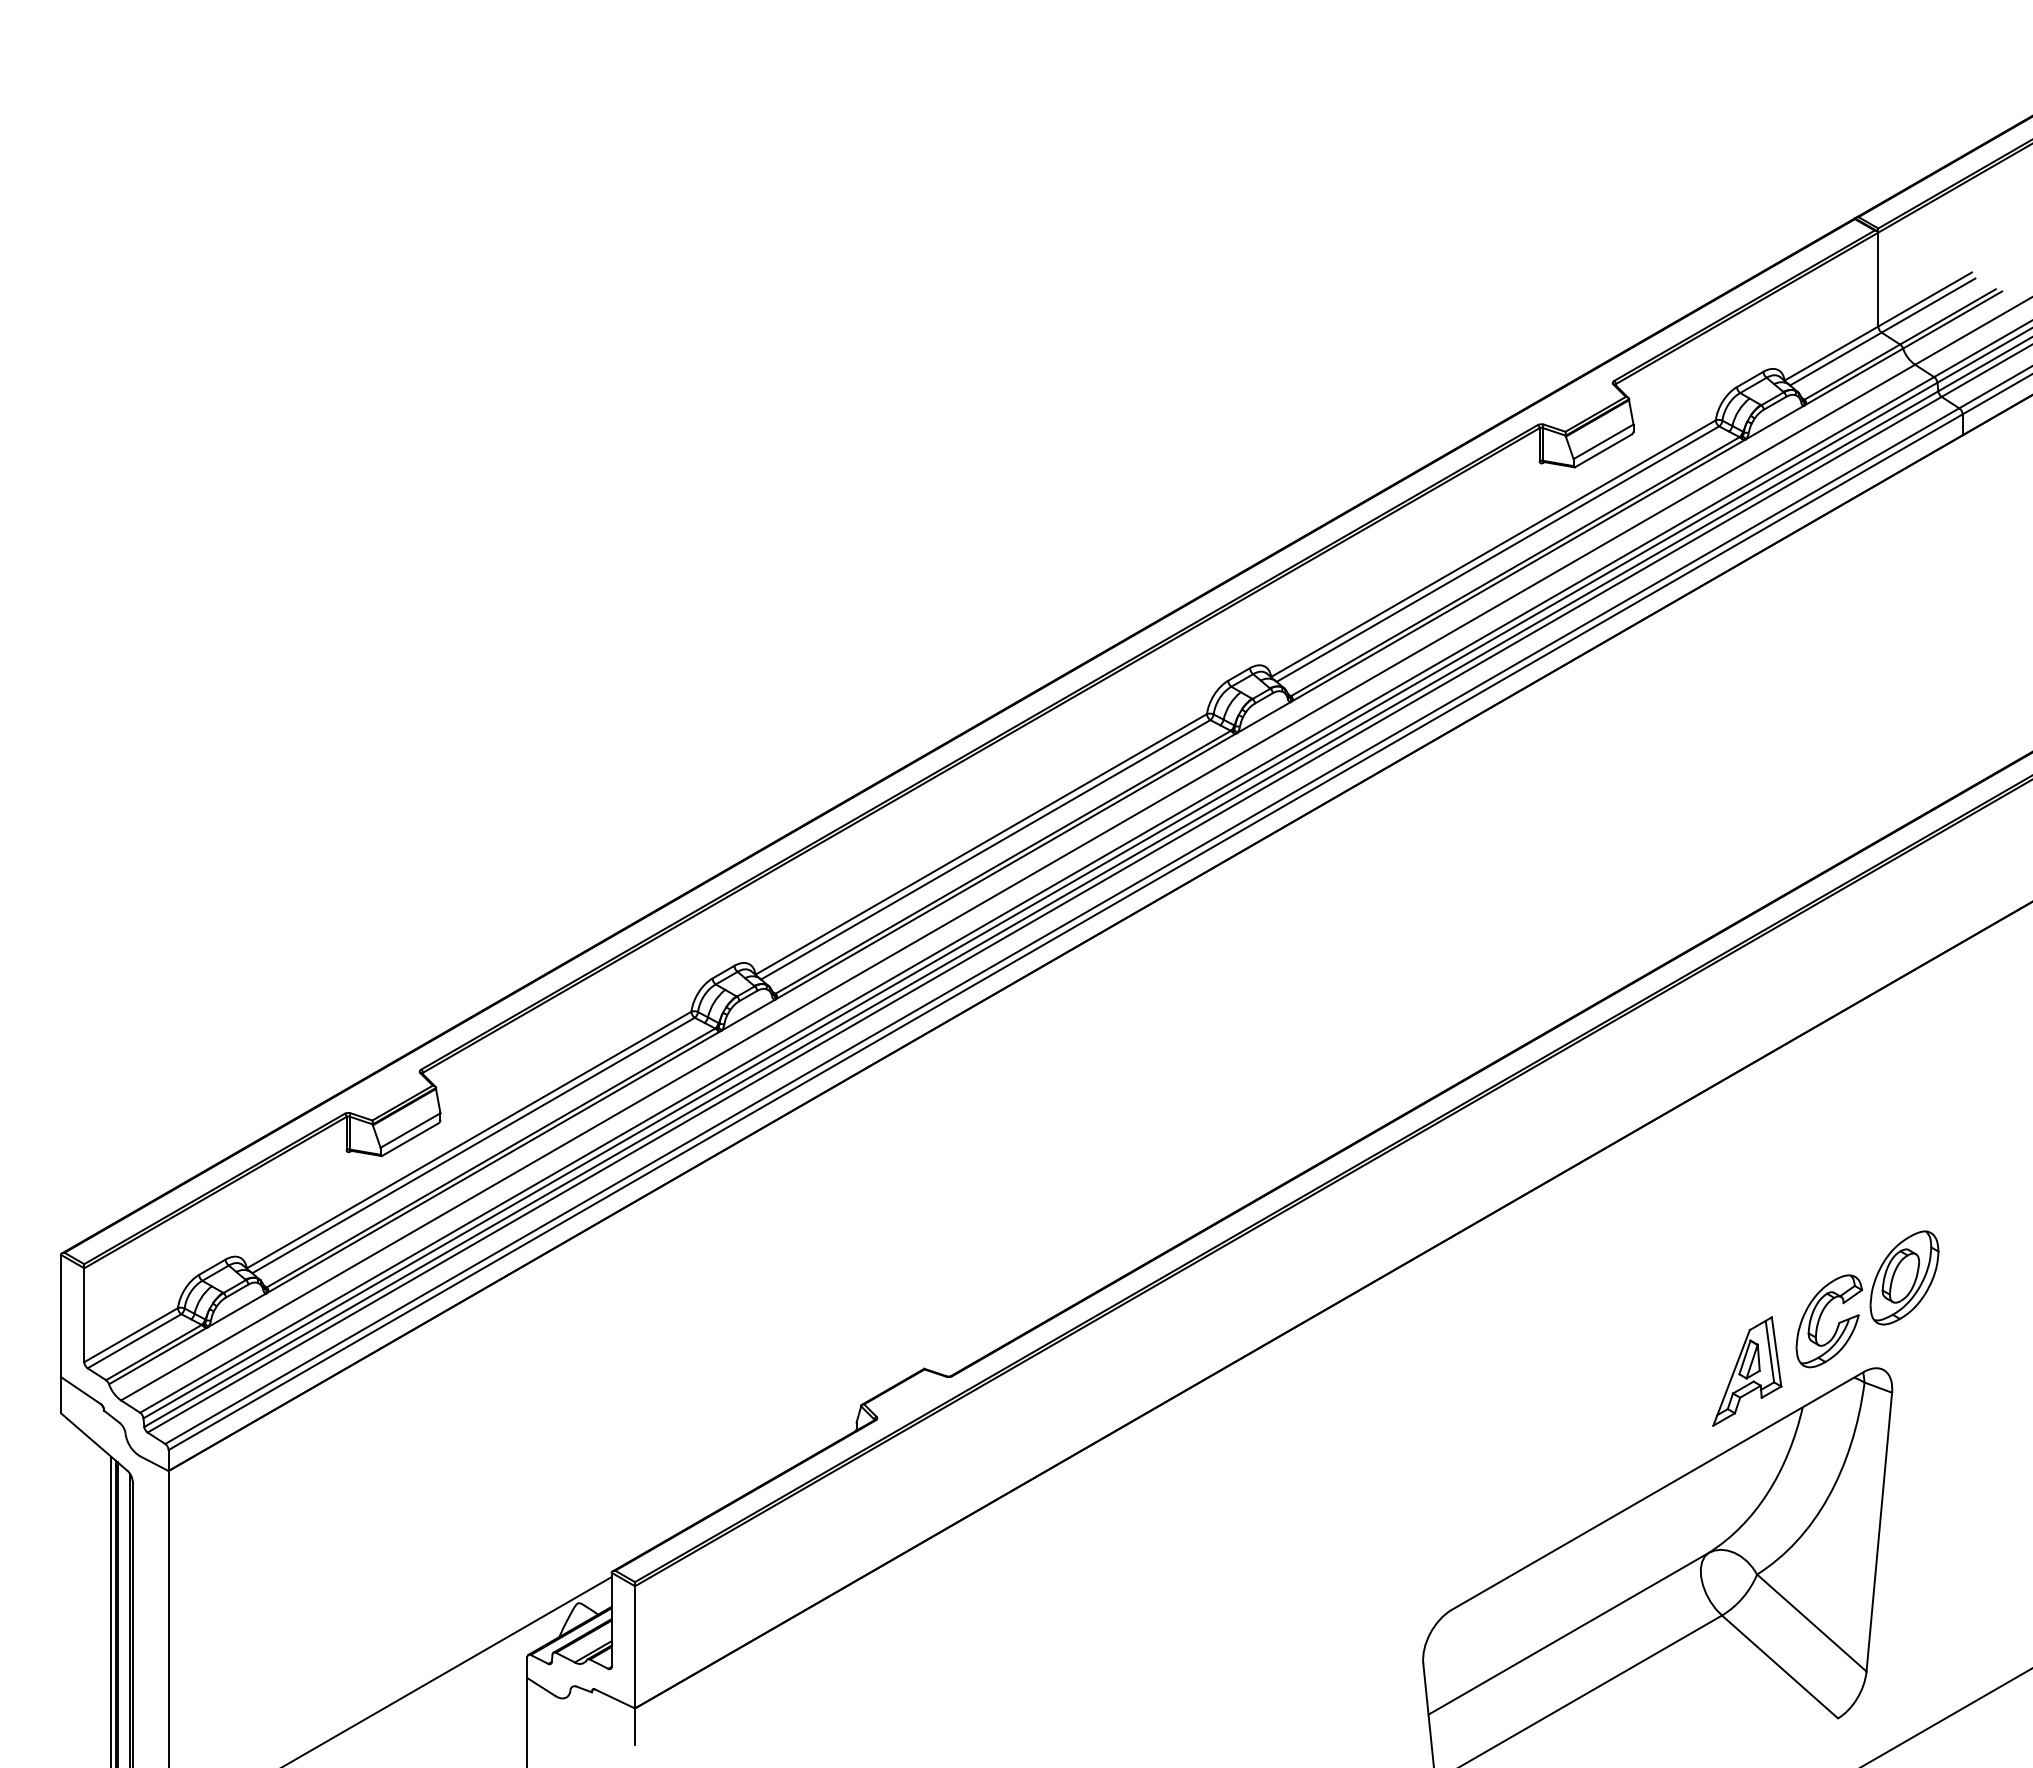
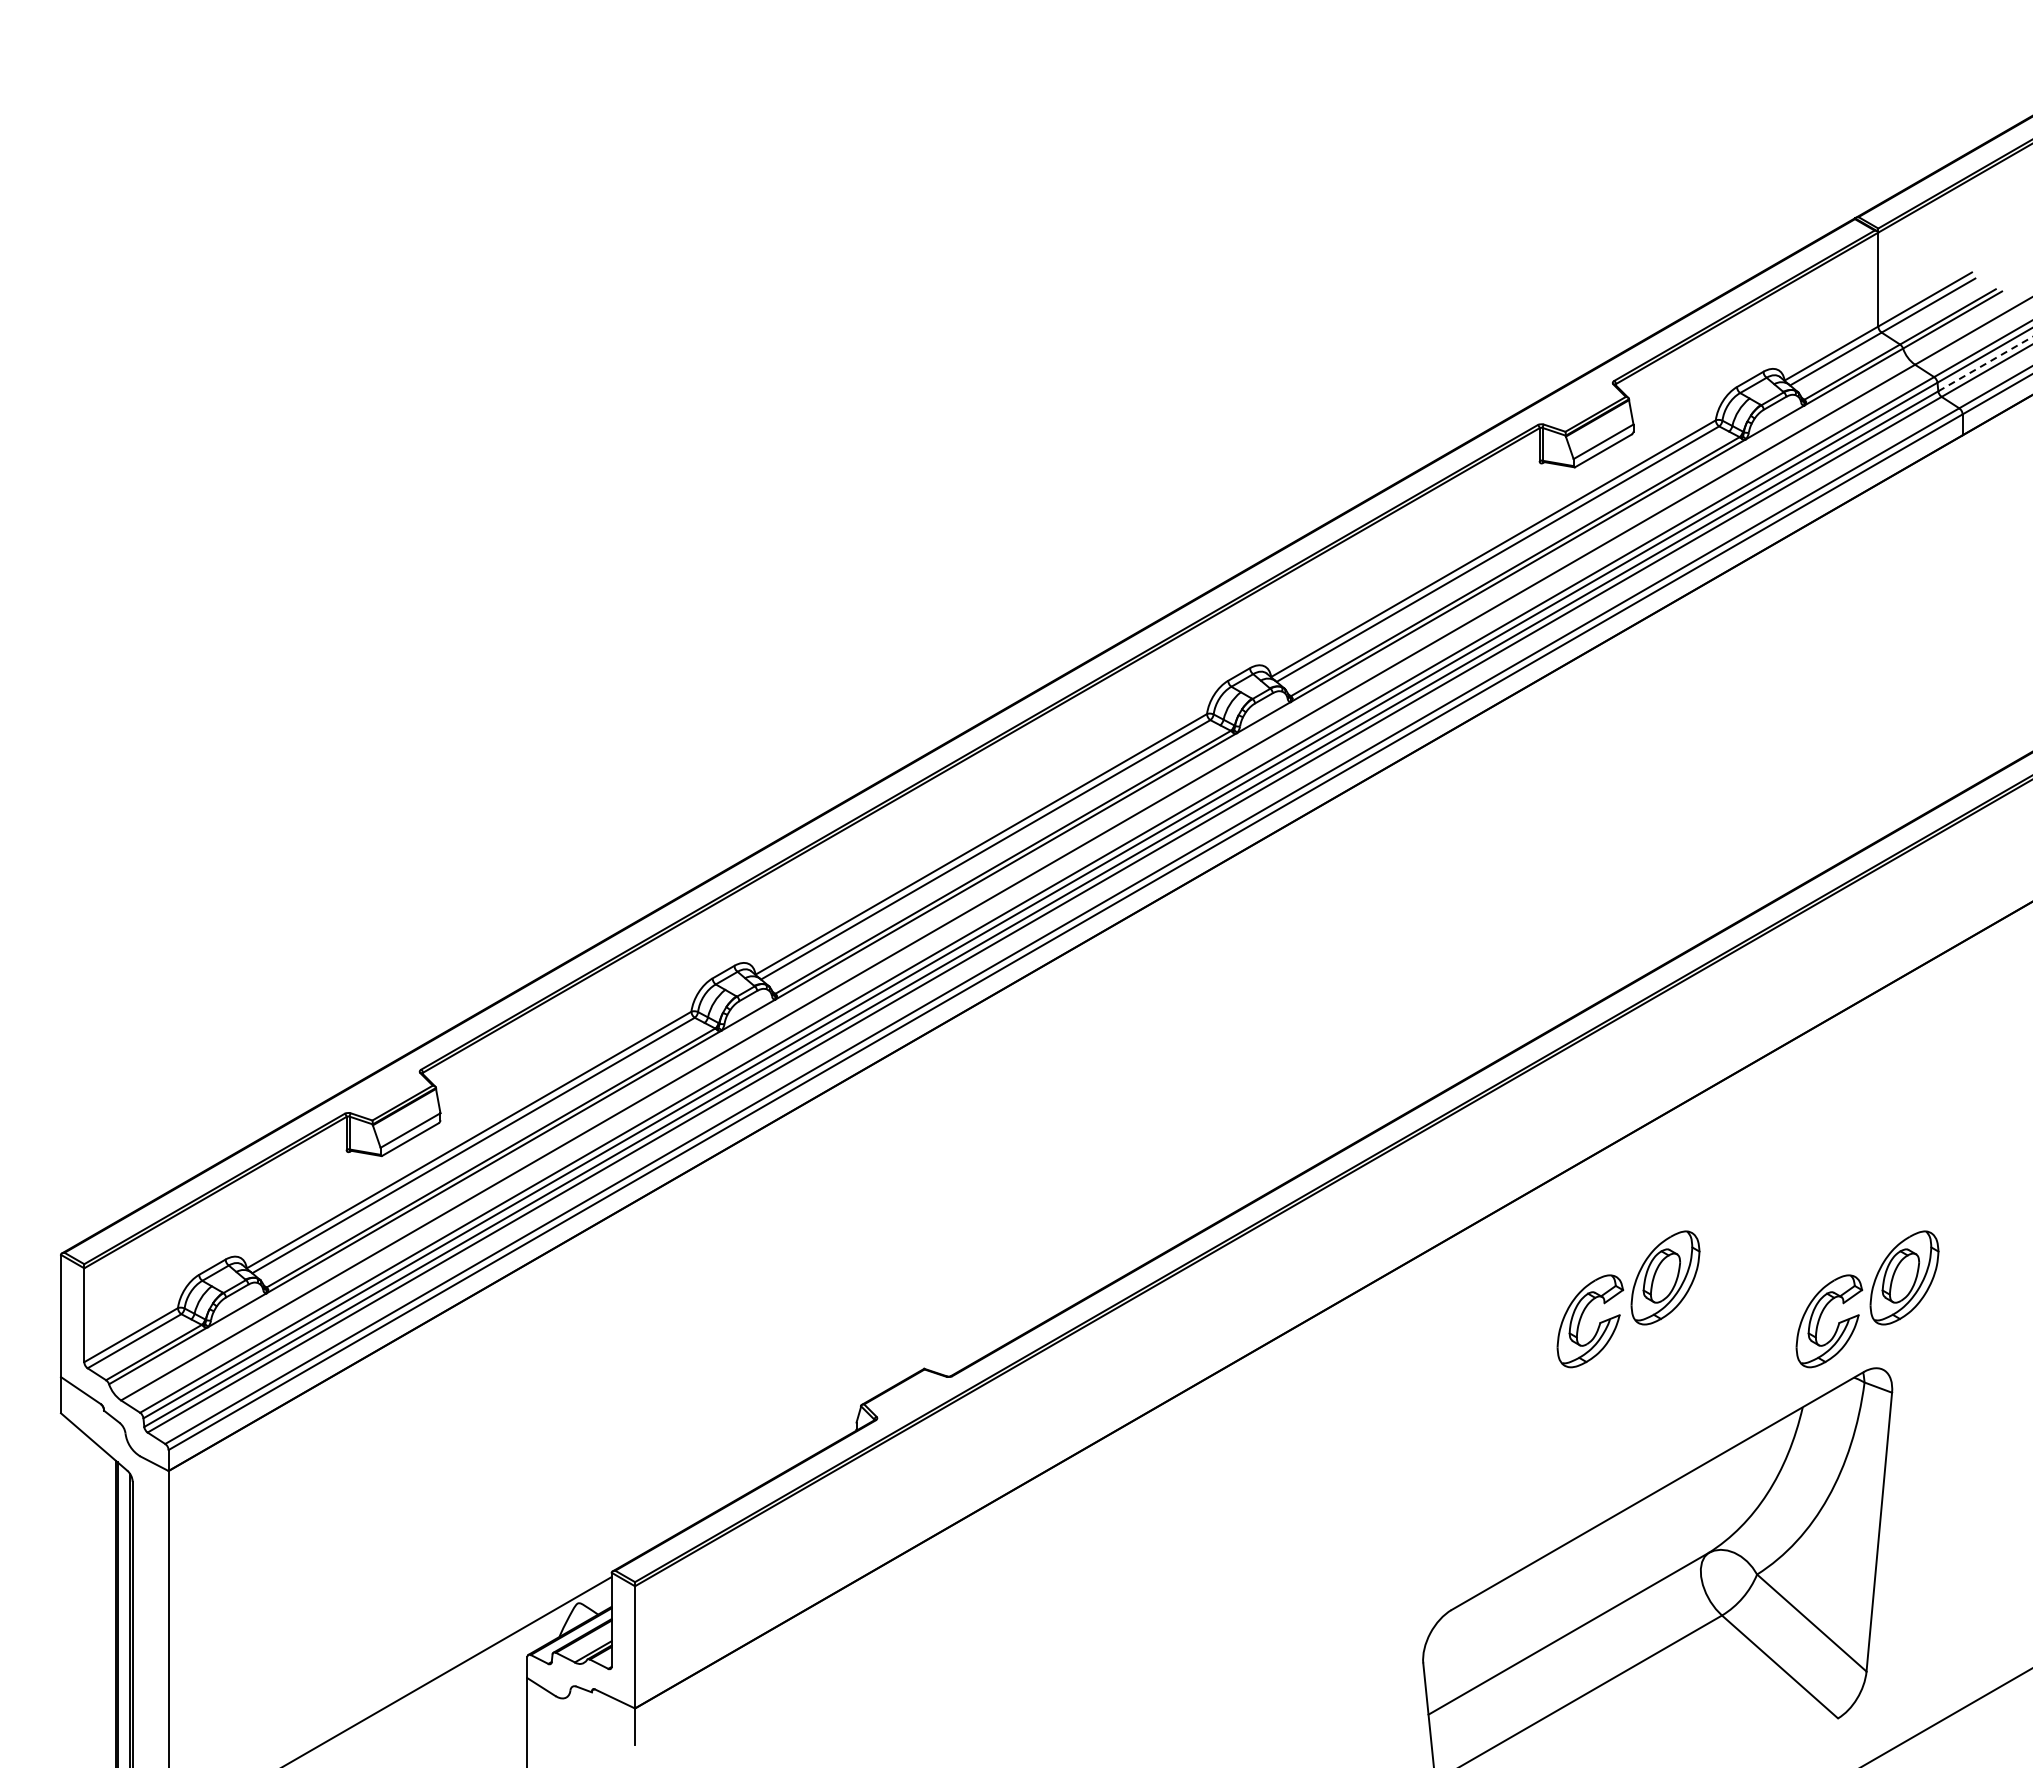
line at (1985, 363): solid -> dashed
part at (1628, 1299): none -> present
part at (1747, 1371): present -> none
line at (111, 1610): present -> none
